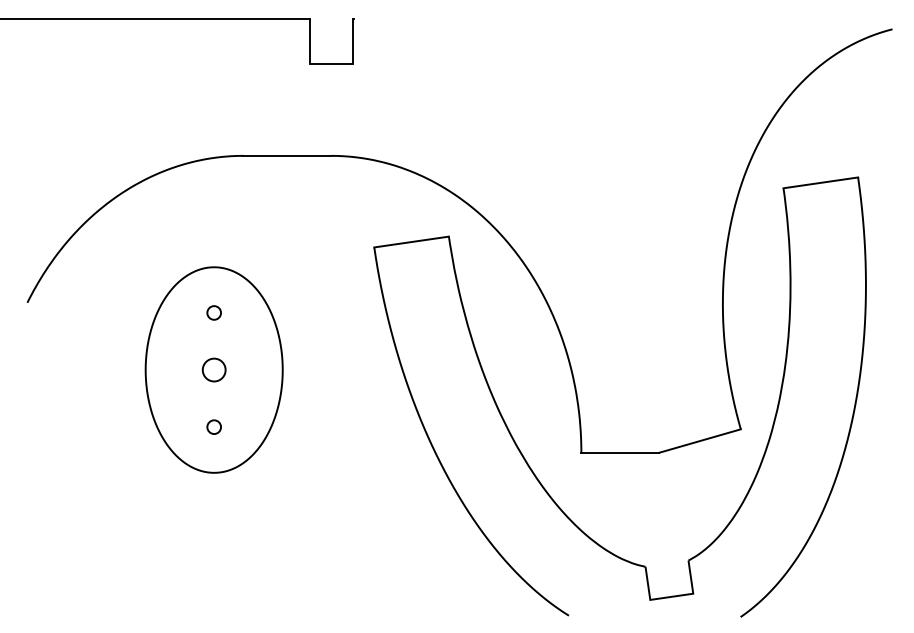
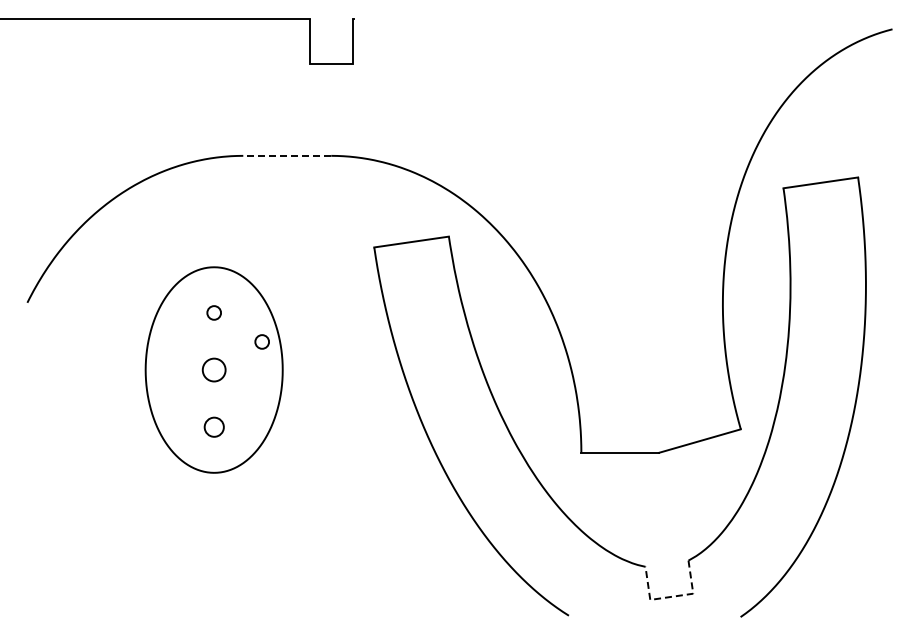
line at (287, 155): solid -> dashed
circle at (261, 341): none -> present
circle at (213, 426) size: 16x16 px -> 22x22 px
line at (671, 596): solid -> dashed
